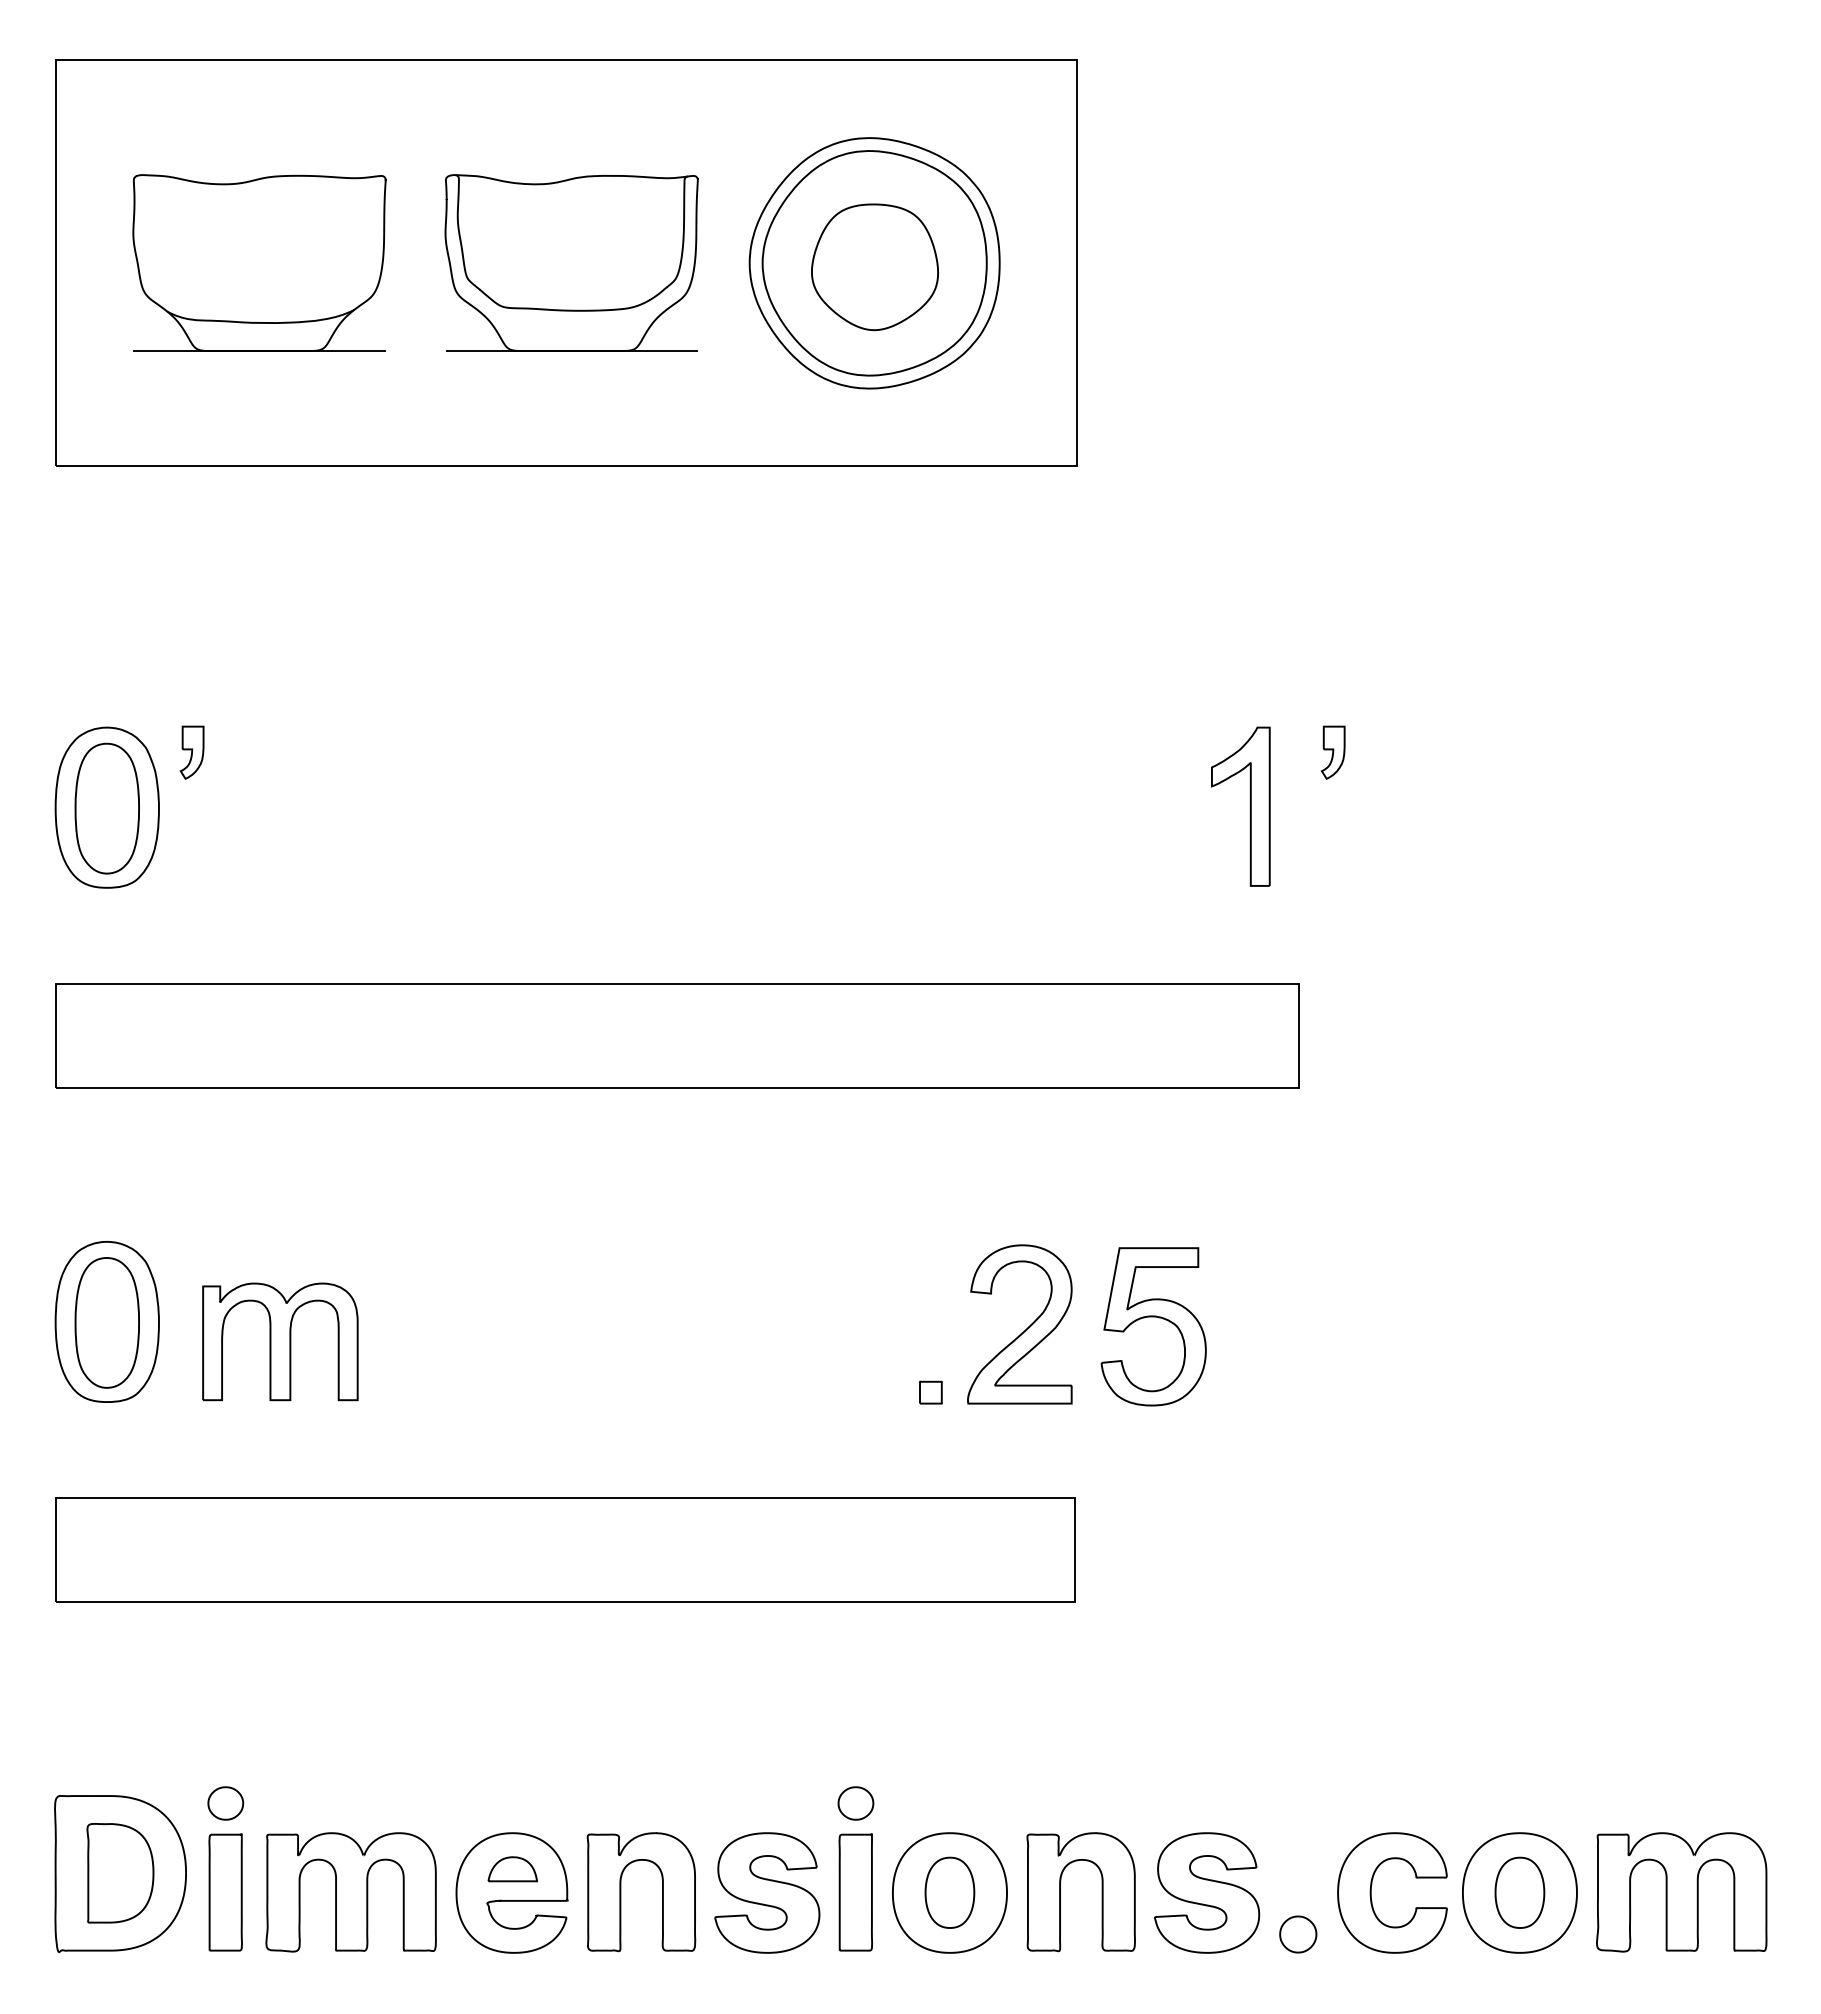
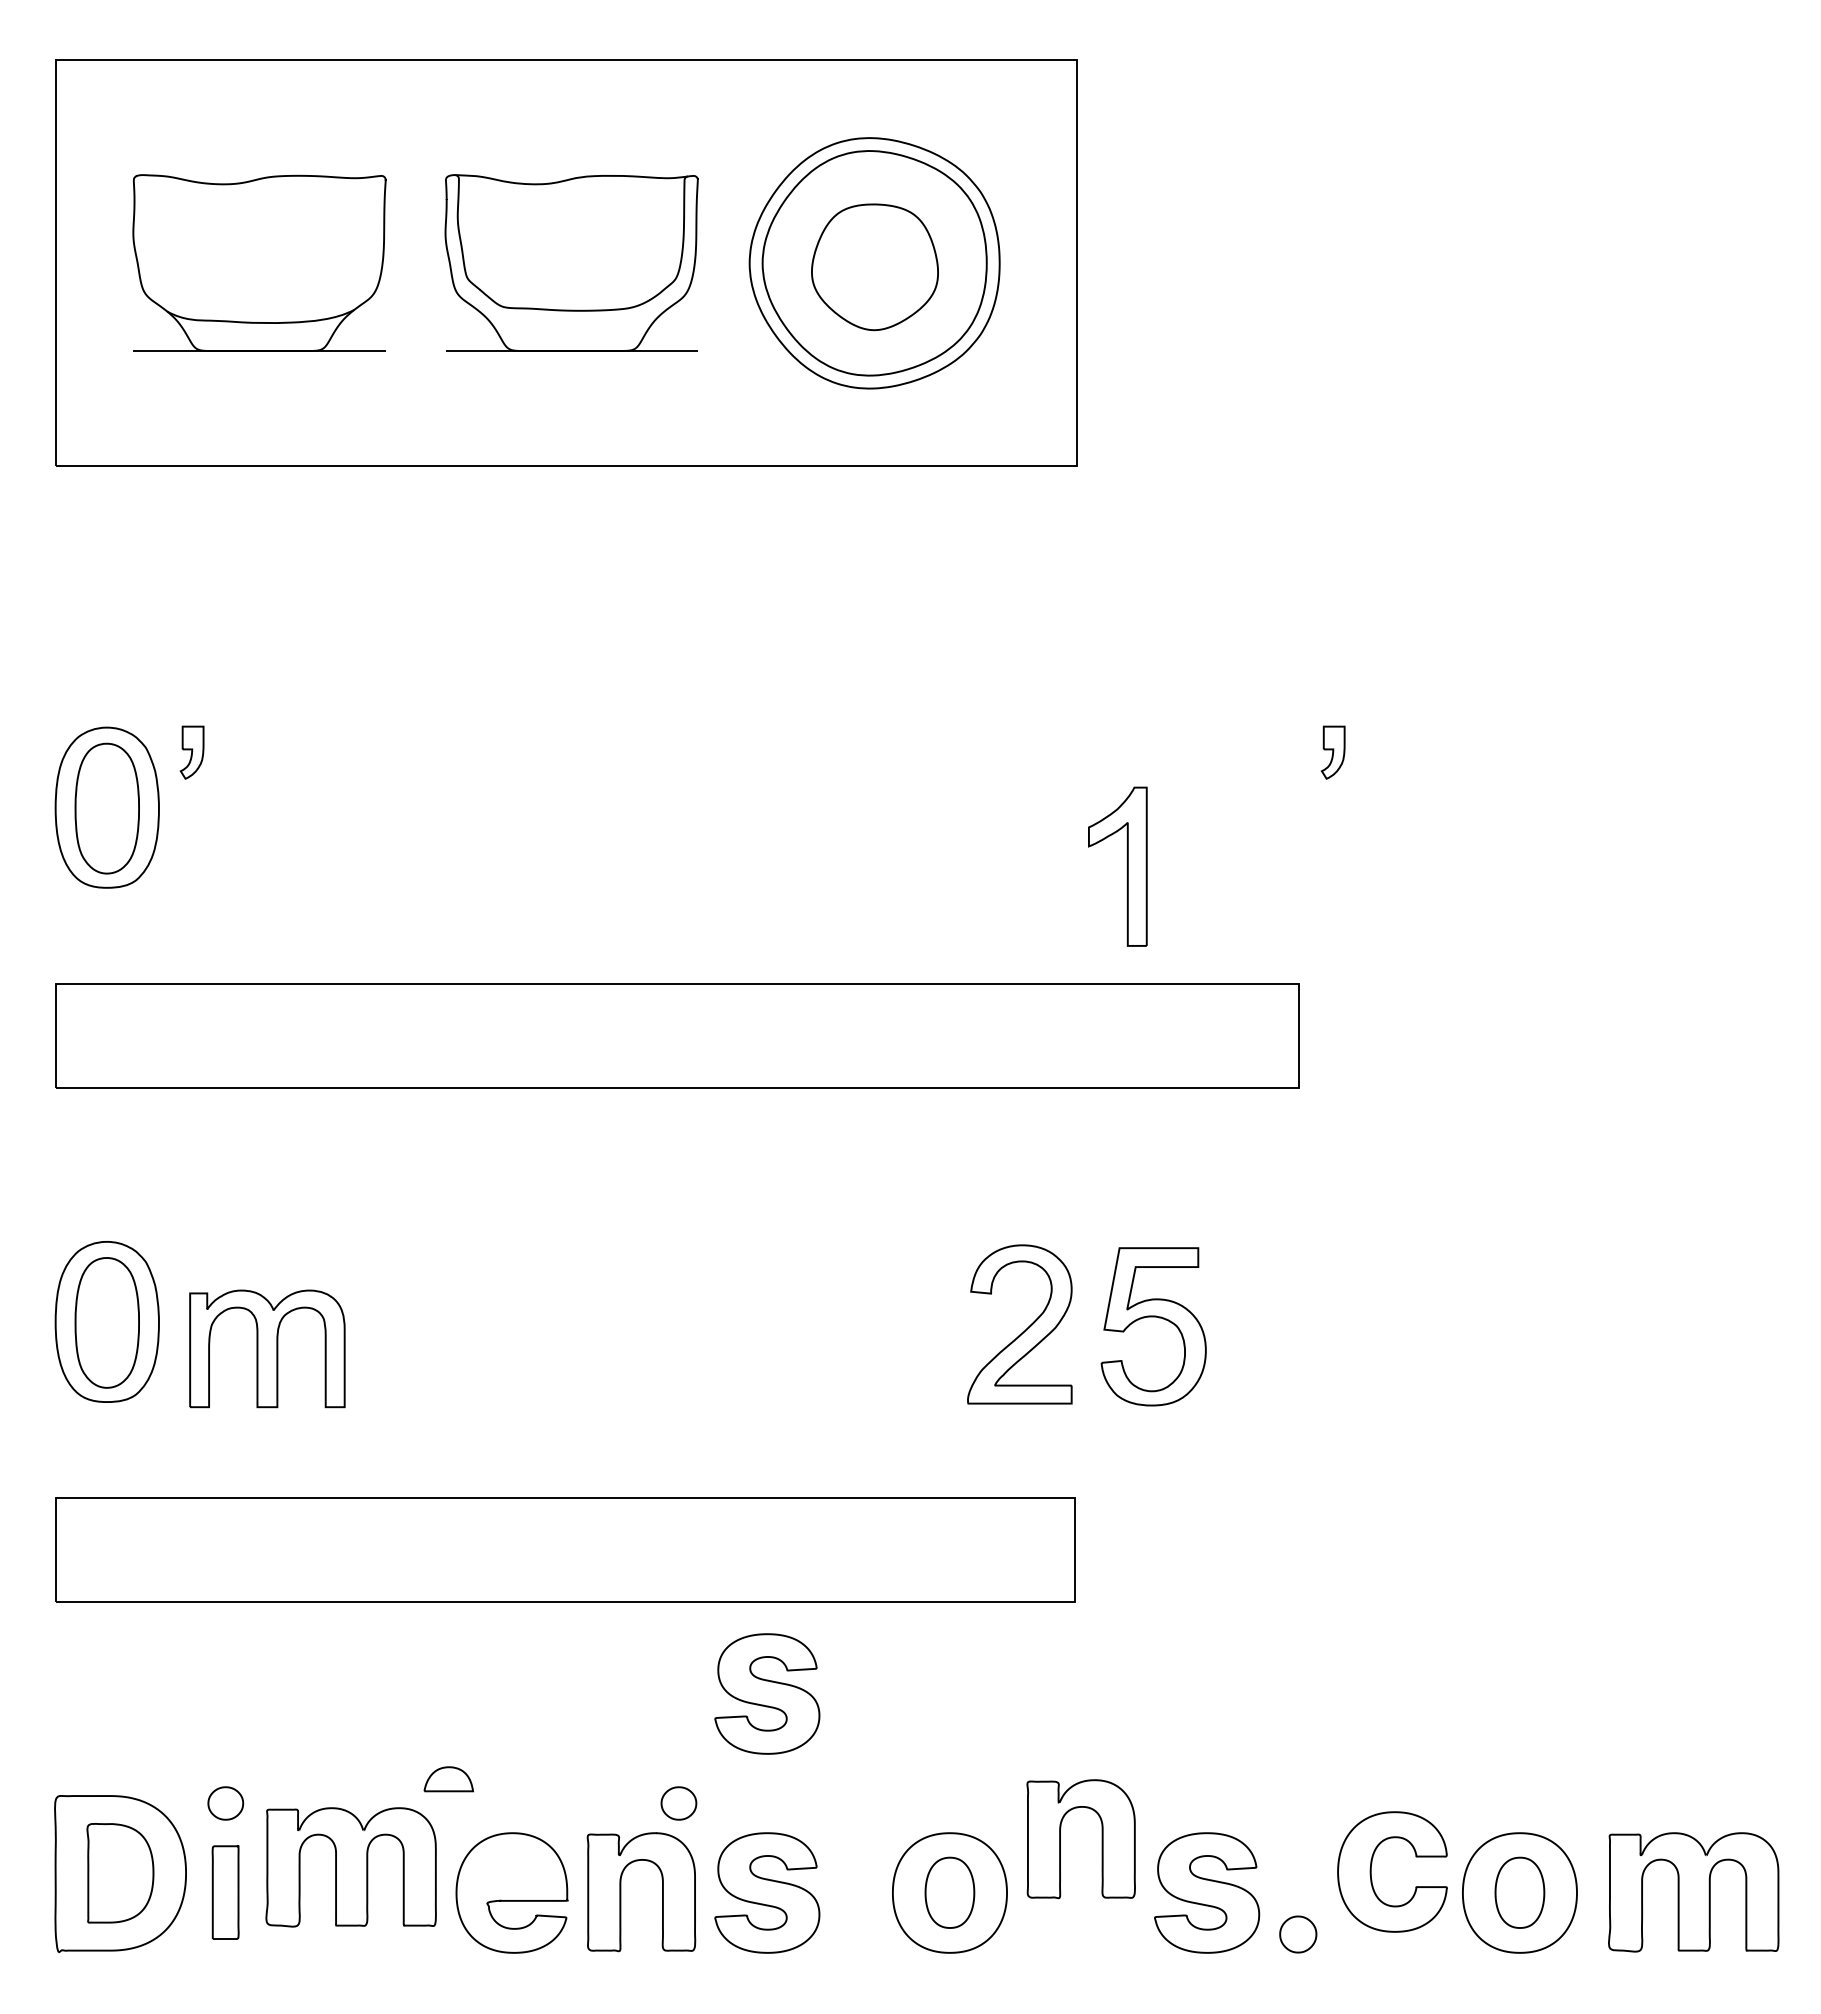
part at (1249, 806) position: (1249, 806) -> (1126, 866)
part at (280, 1341) position: (280, 1341) -> (267, 1348)
part at (930, 1392): present -> none
part at (767, 1693): none -> present
part at (855, 1803) position: (855, 1803) -> (678, 1803)
part at (512, 1869) position: (512, 1869) -> (448, 1779)
part at (225, 1892) size: 35x119 px -> 29x95 px
part at (350, 1892) position: (350, 1892) -> (350, 1867)
part at (855, 1892): present -> none
part at (1060, 1892) position: (1060, 1892) -> (1060, 1839)
part at (1371, 1892) position: (1371, 1892) -> (1371, 1871)
part at (1681, 1892) position: (1681, 1892) -> (1693, 1892)
